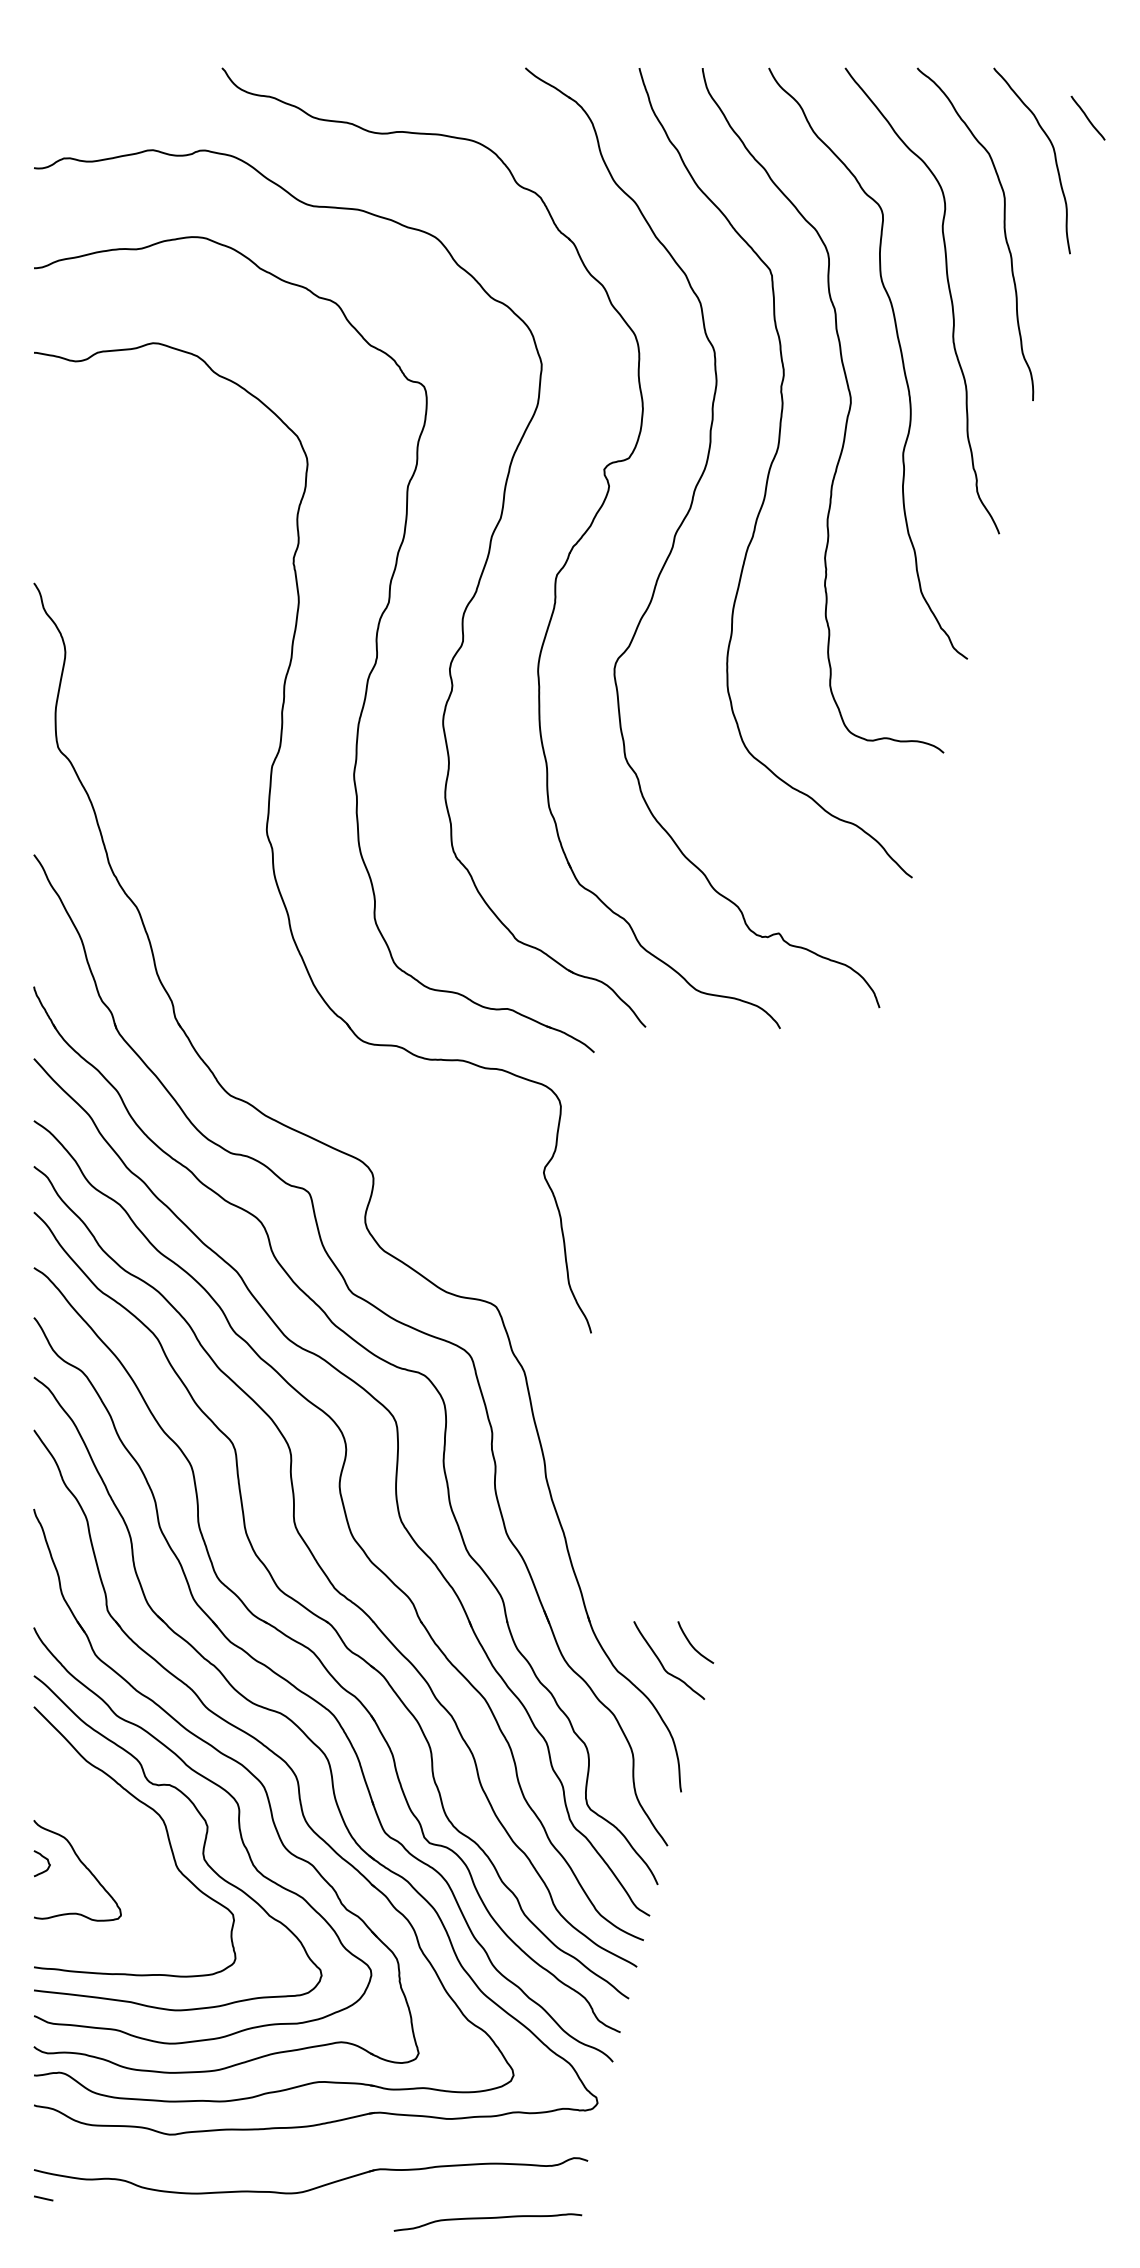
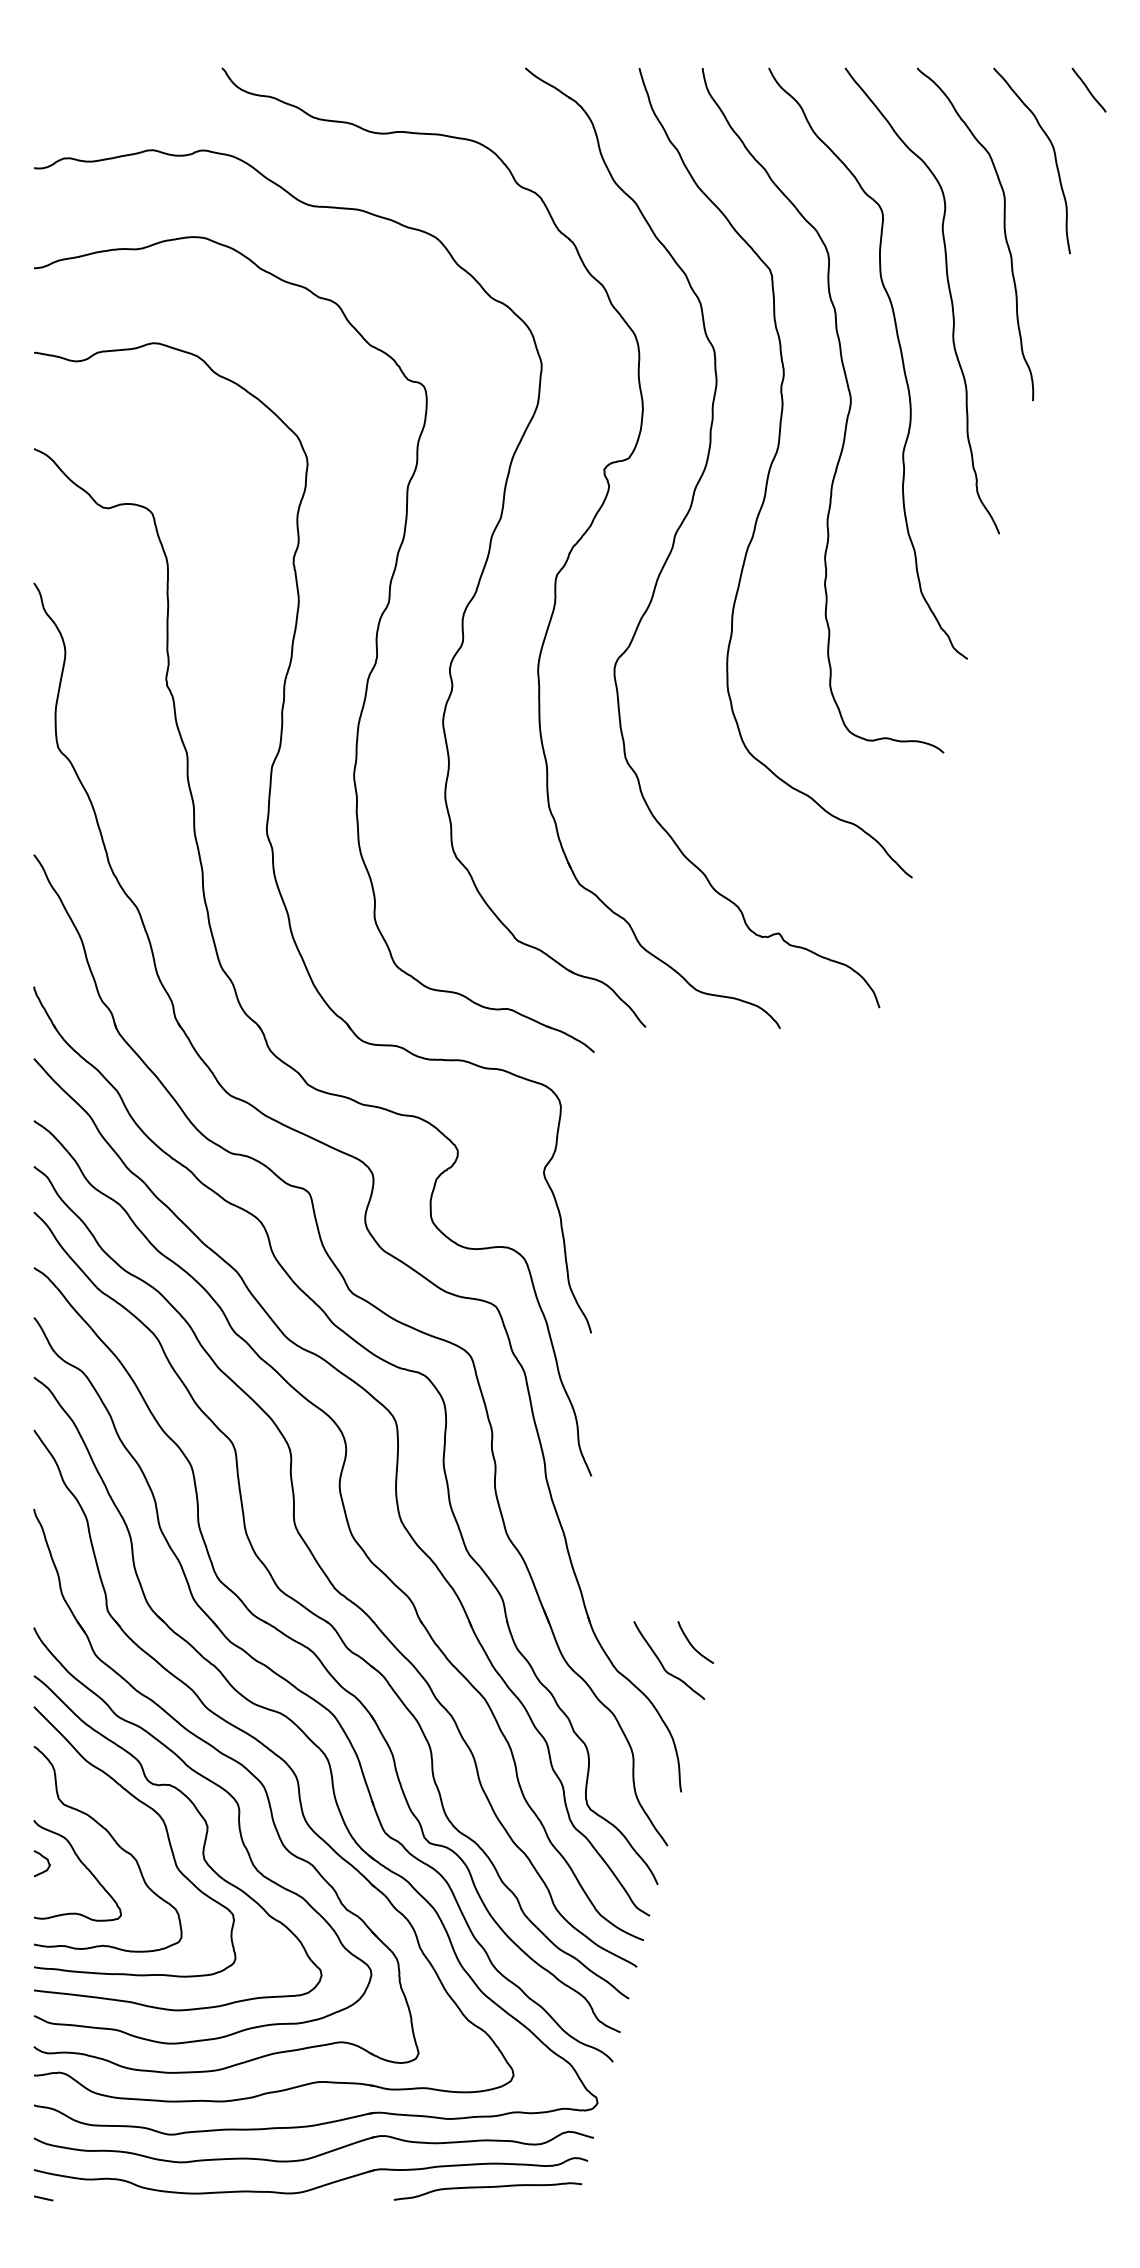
curve at (1087, 118) position: (1087, 118) -> (1088, 90)
part at (235, 987): none -> present
curve at (115, 1843): none -> present
part at (315, 2155): none -> present
curve at (487, 2218) position: (487, 2218) -> (487, 2187)
